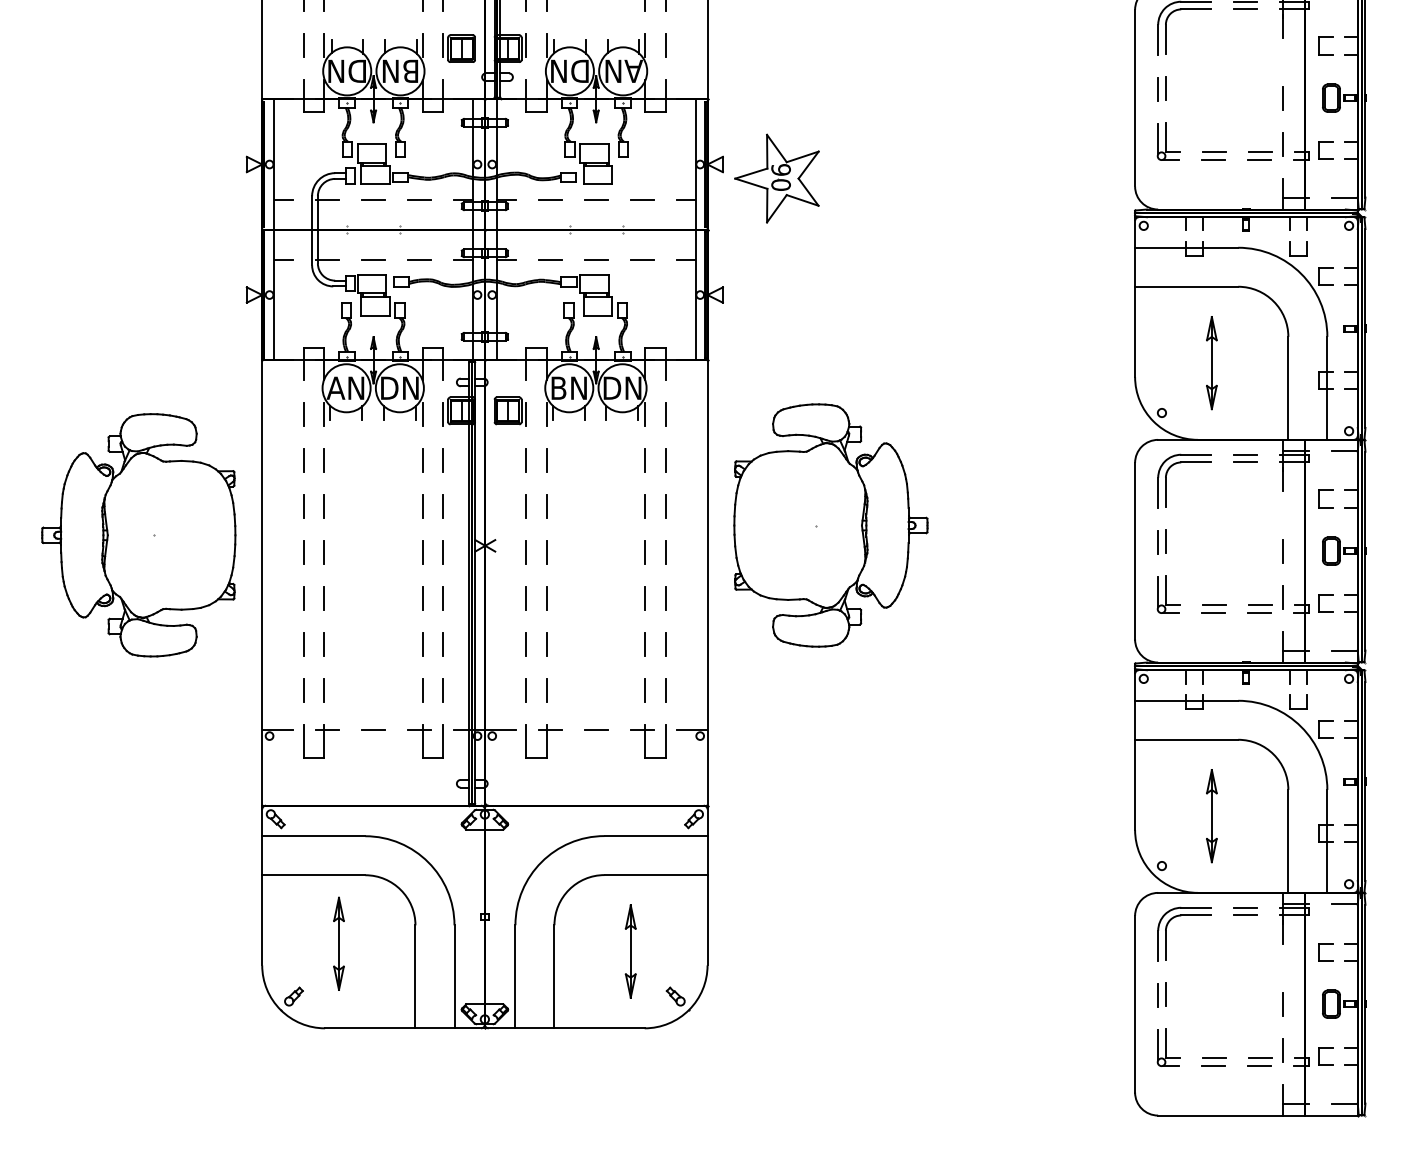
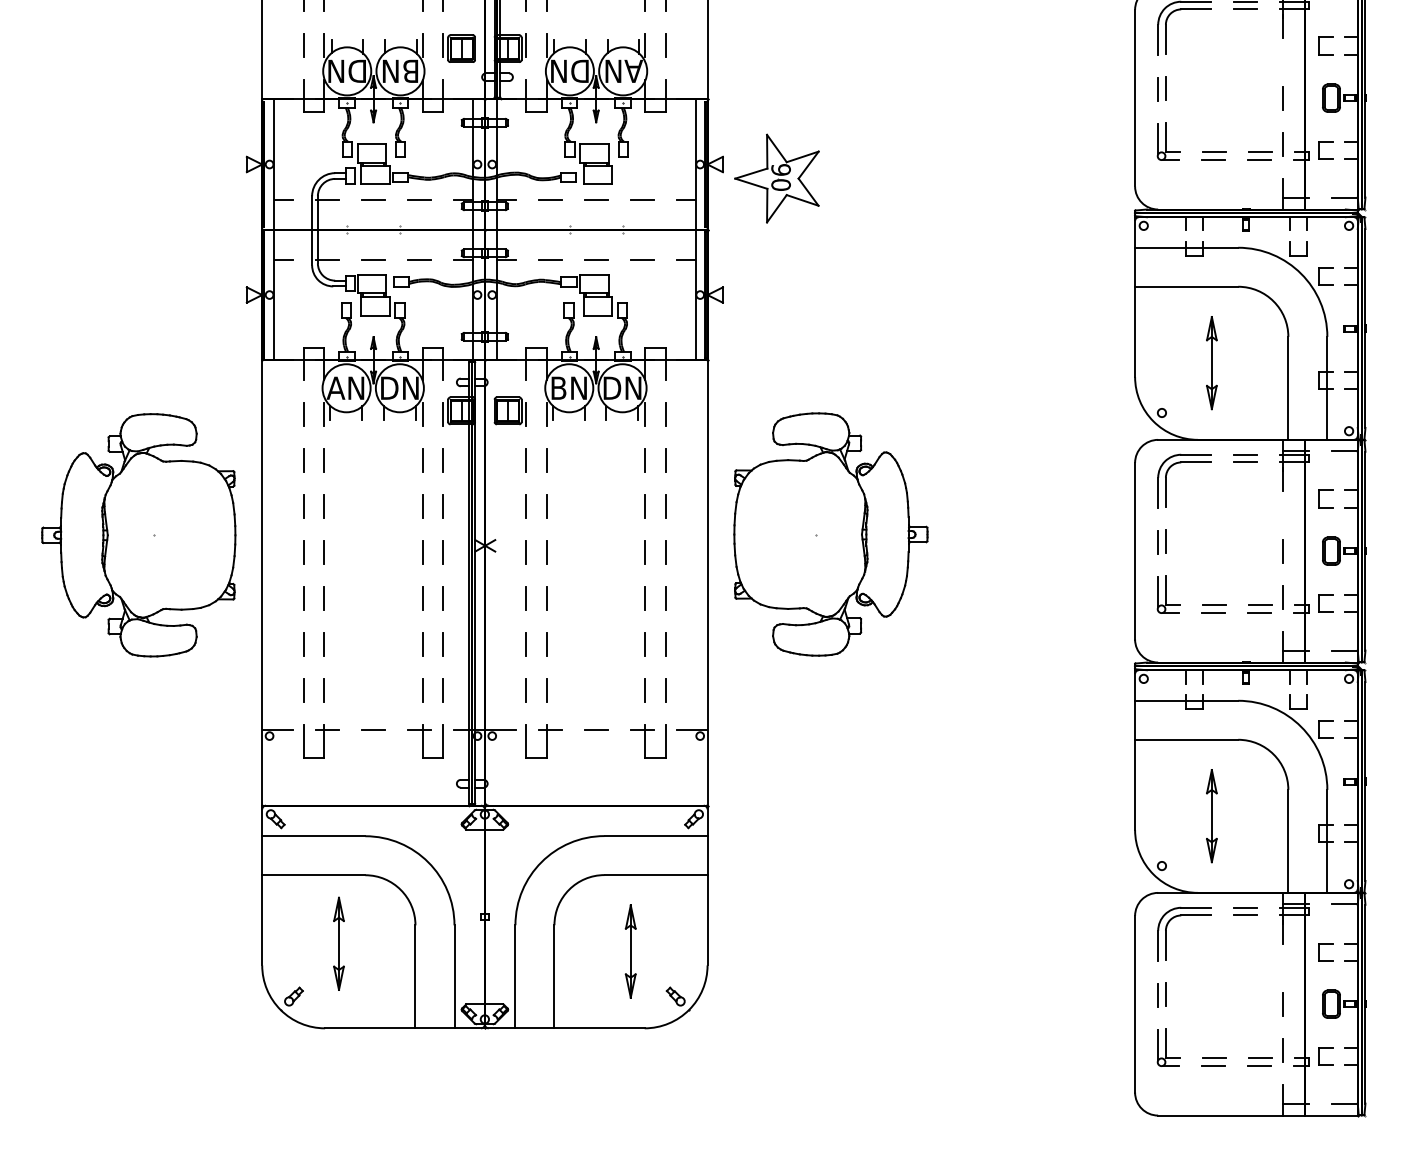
part at (830, 525) position: (830, 525) -> (830, 534)
